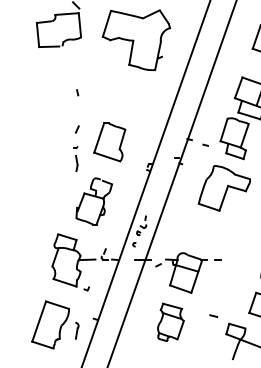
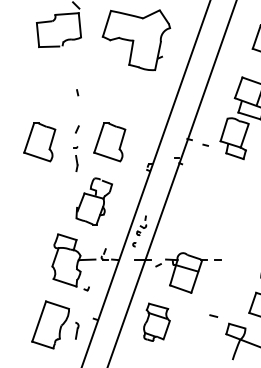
part at (39, 142): none -> present
part at (224, 188): present -> none
part at (170, 321) position: (170, 321) -> (156, 321)
